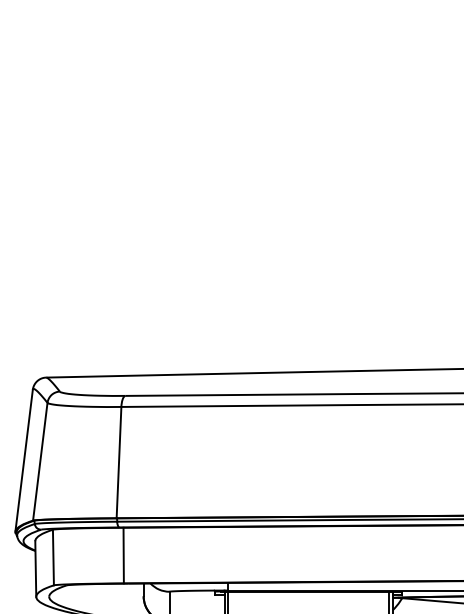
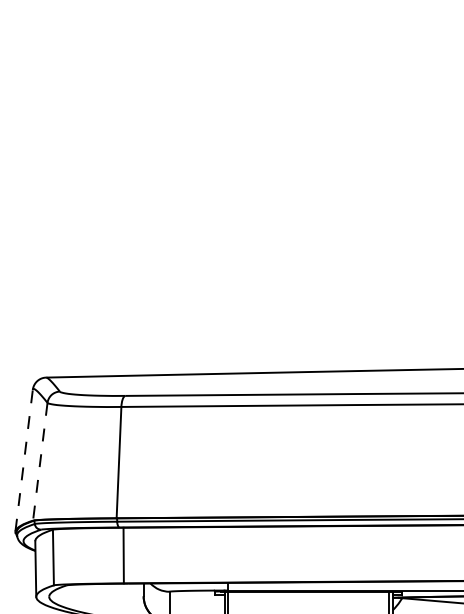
line at (24, 460): solid -> dashed
line at (40, 462): solid -> dashed
